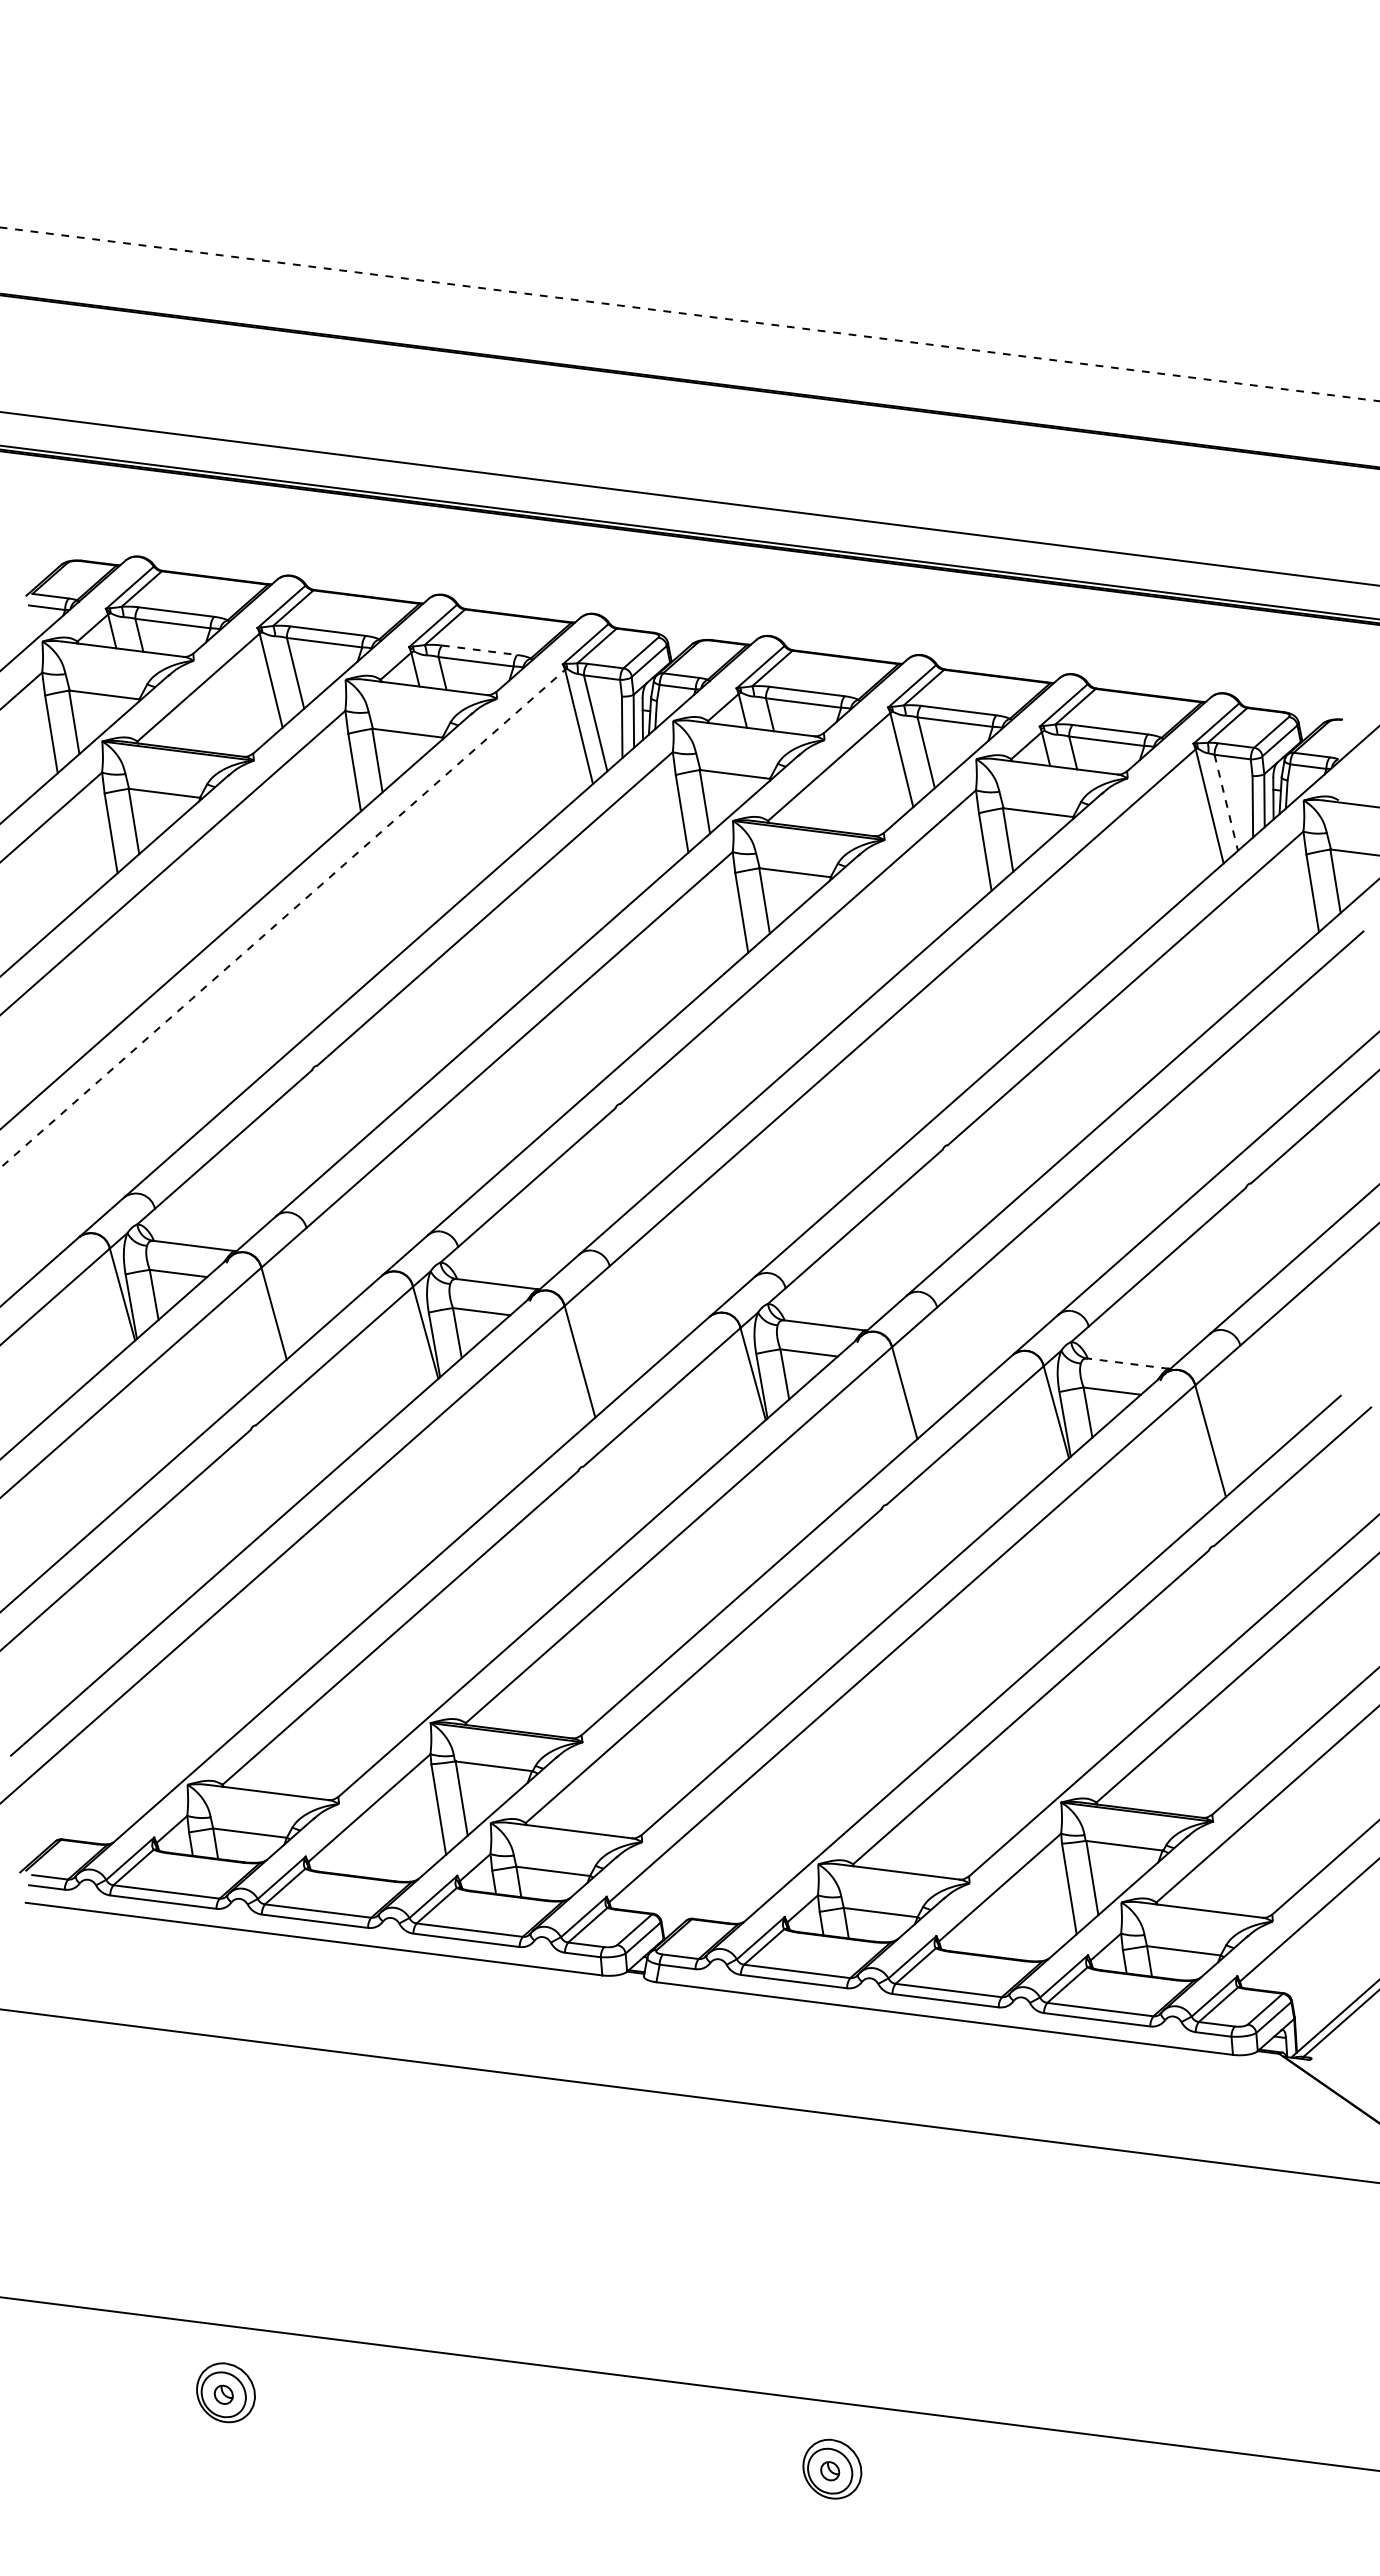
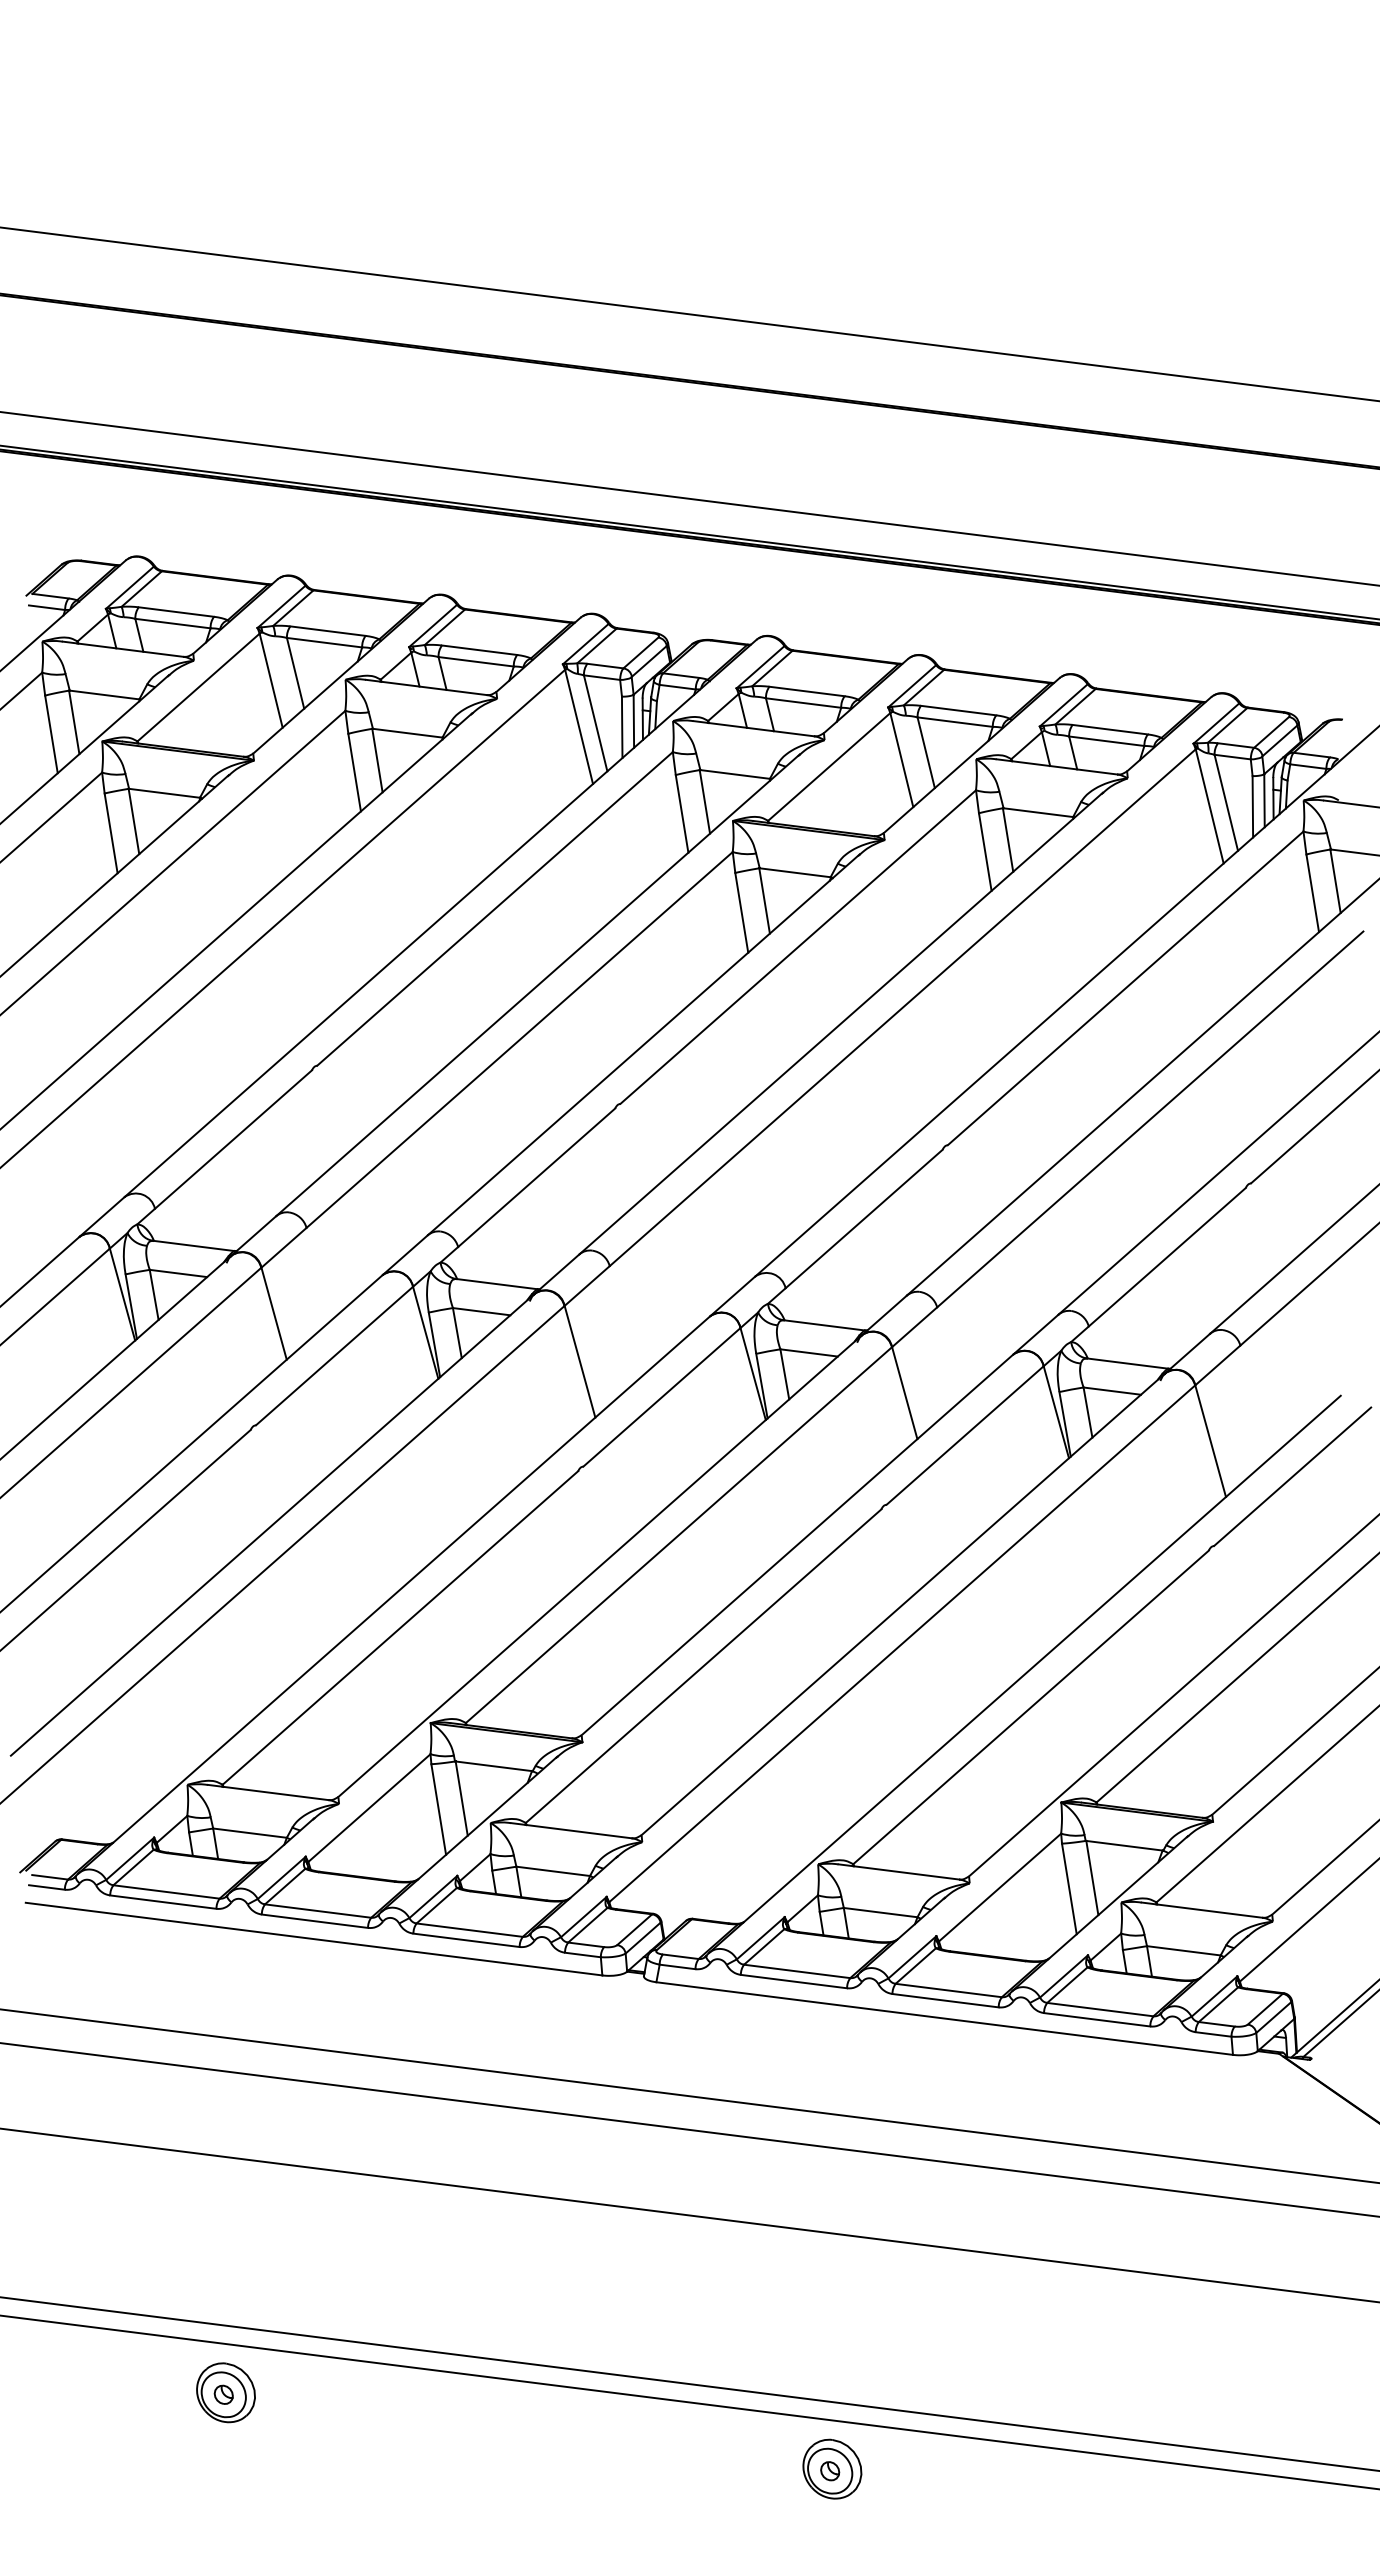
line at (690, 314): dashed -> solid
line at (479, 650): dashed -> solid
line at (1226, 803): dashed -> solid
line at (282, 919): dashed -> solid
line at (1127, 1363): dashed -> solid
line at (689, 2129): none -> present
line at (689, 2215): none -> present
line at (689, 2402): none -> present
